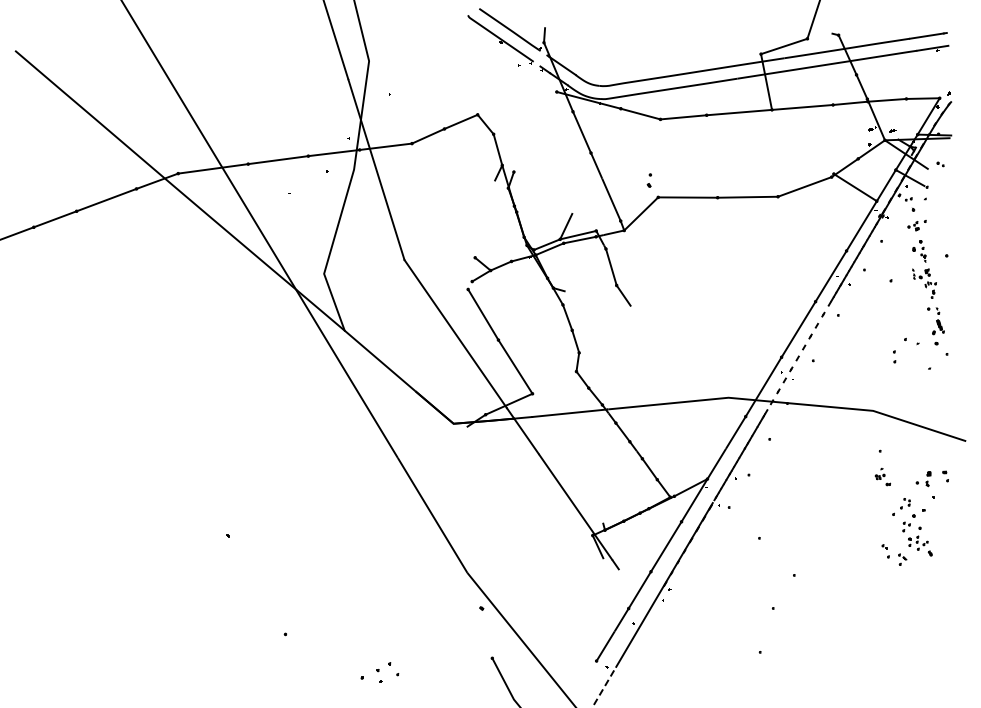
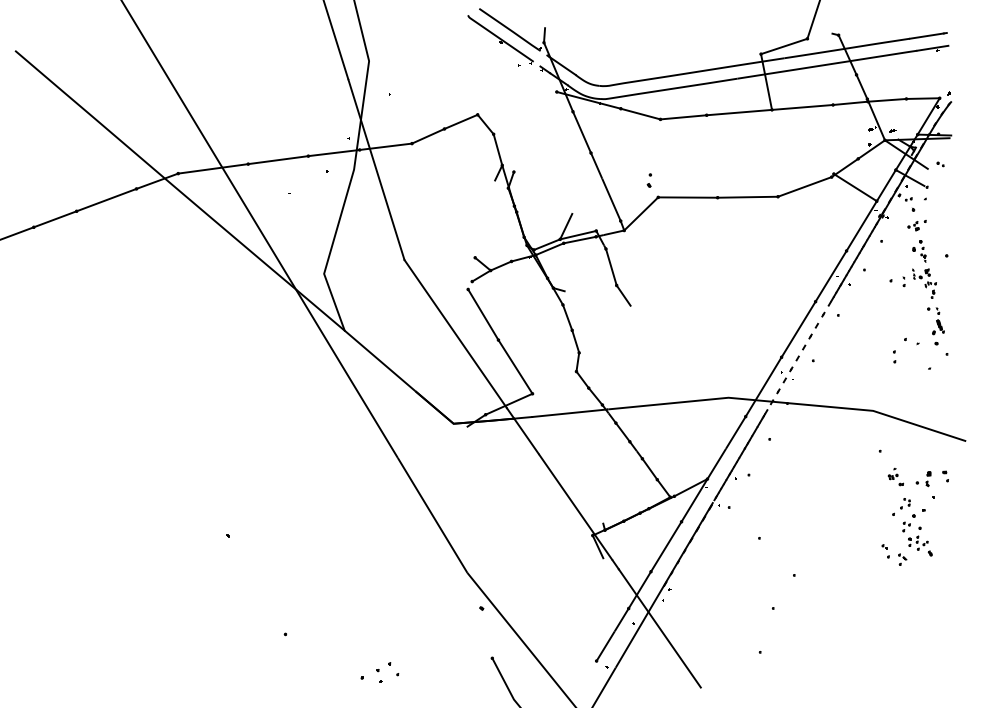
part at (903, 281): none -> present
part at (882, 476) position: (882, 476) -> (895, 476)
line at (659, 628): none -> present
line at (603, 687): dashed -> solid
